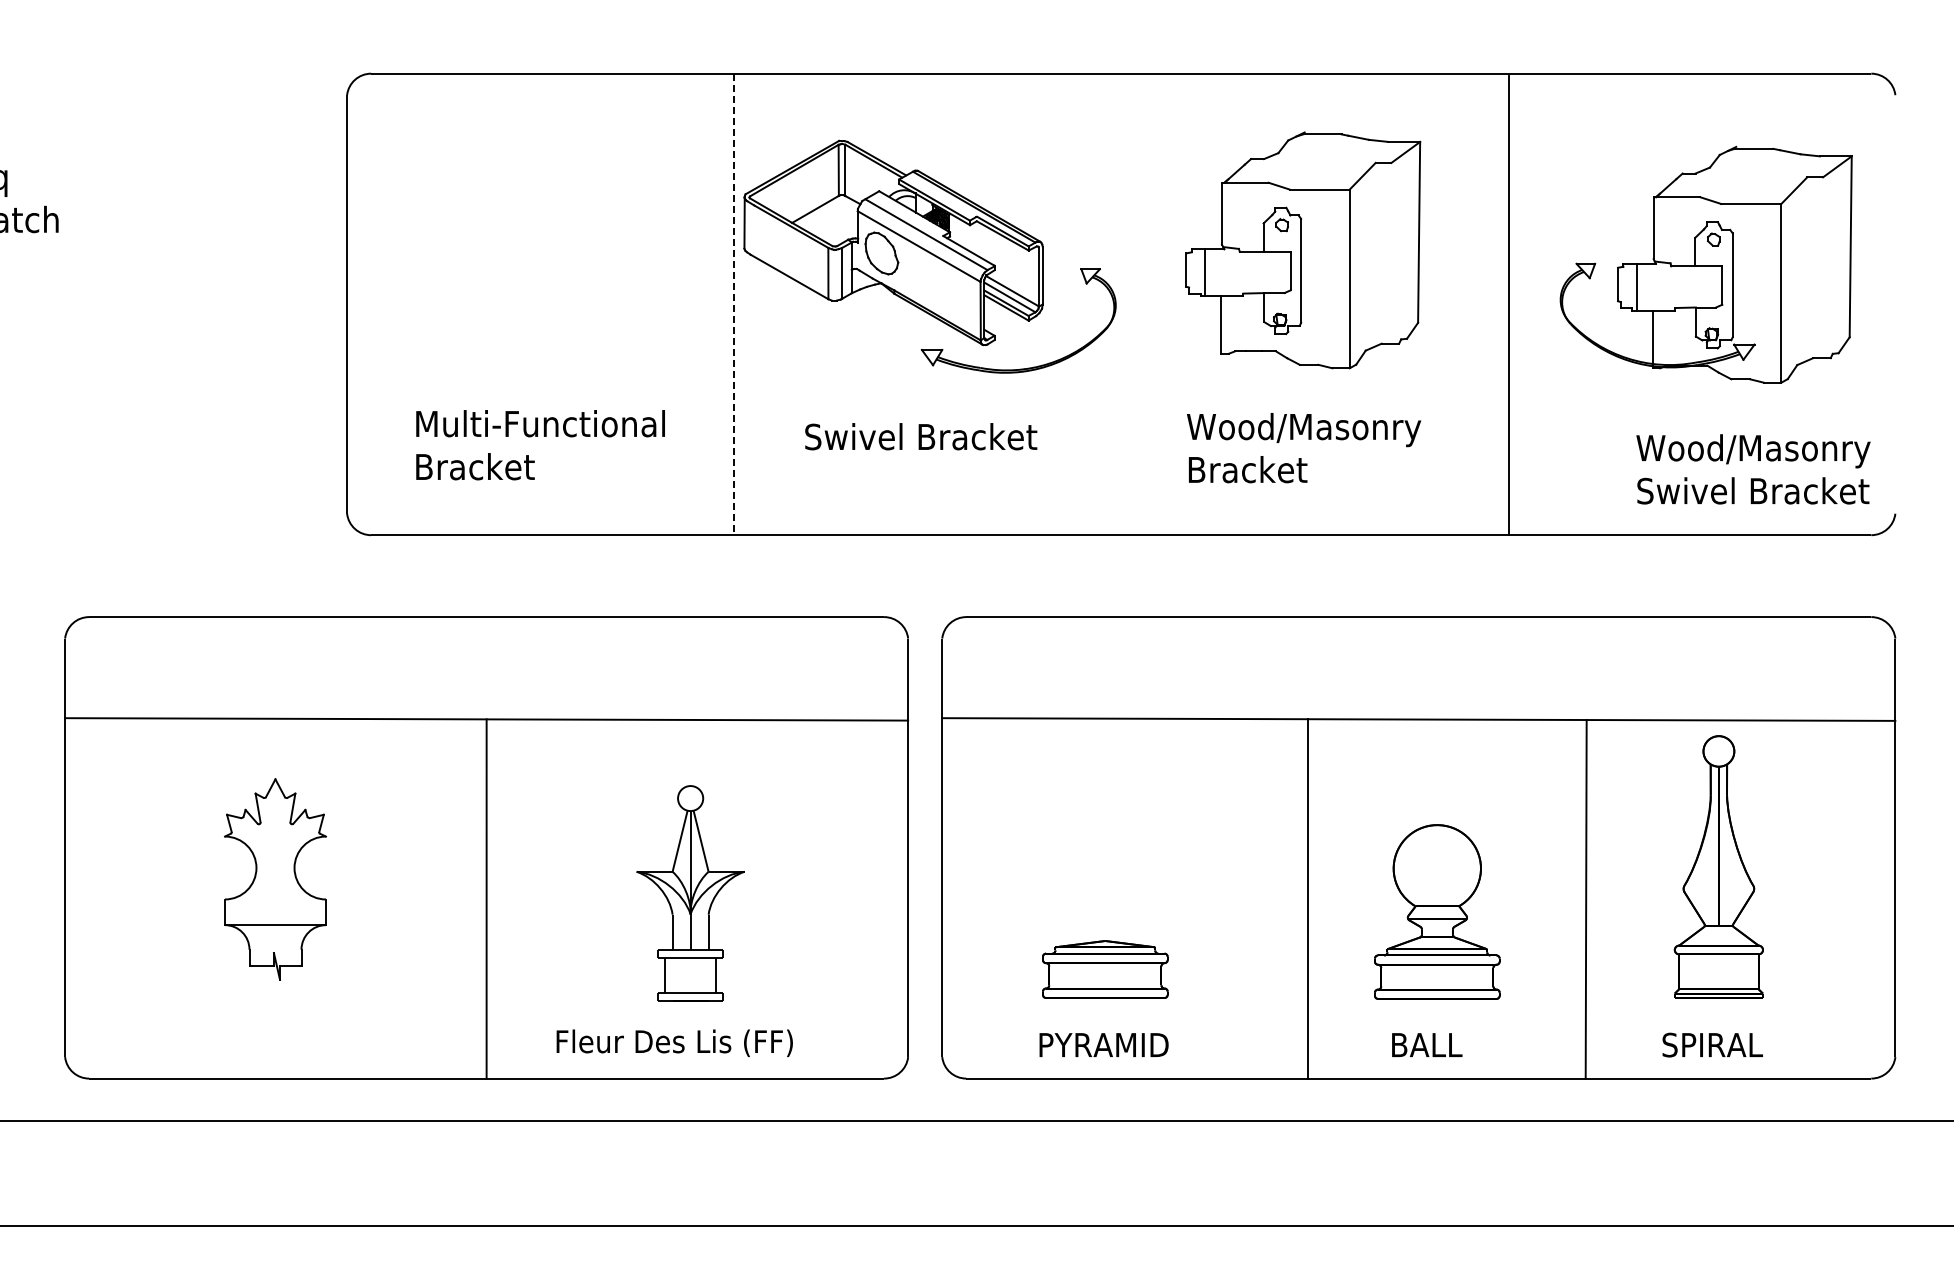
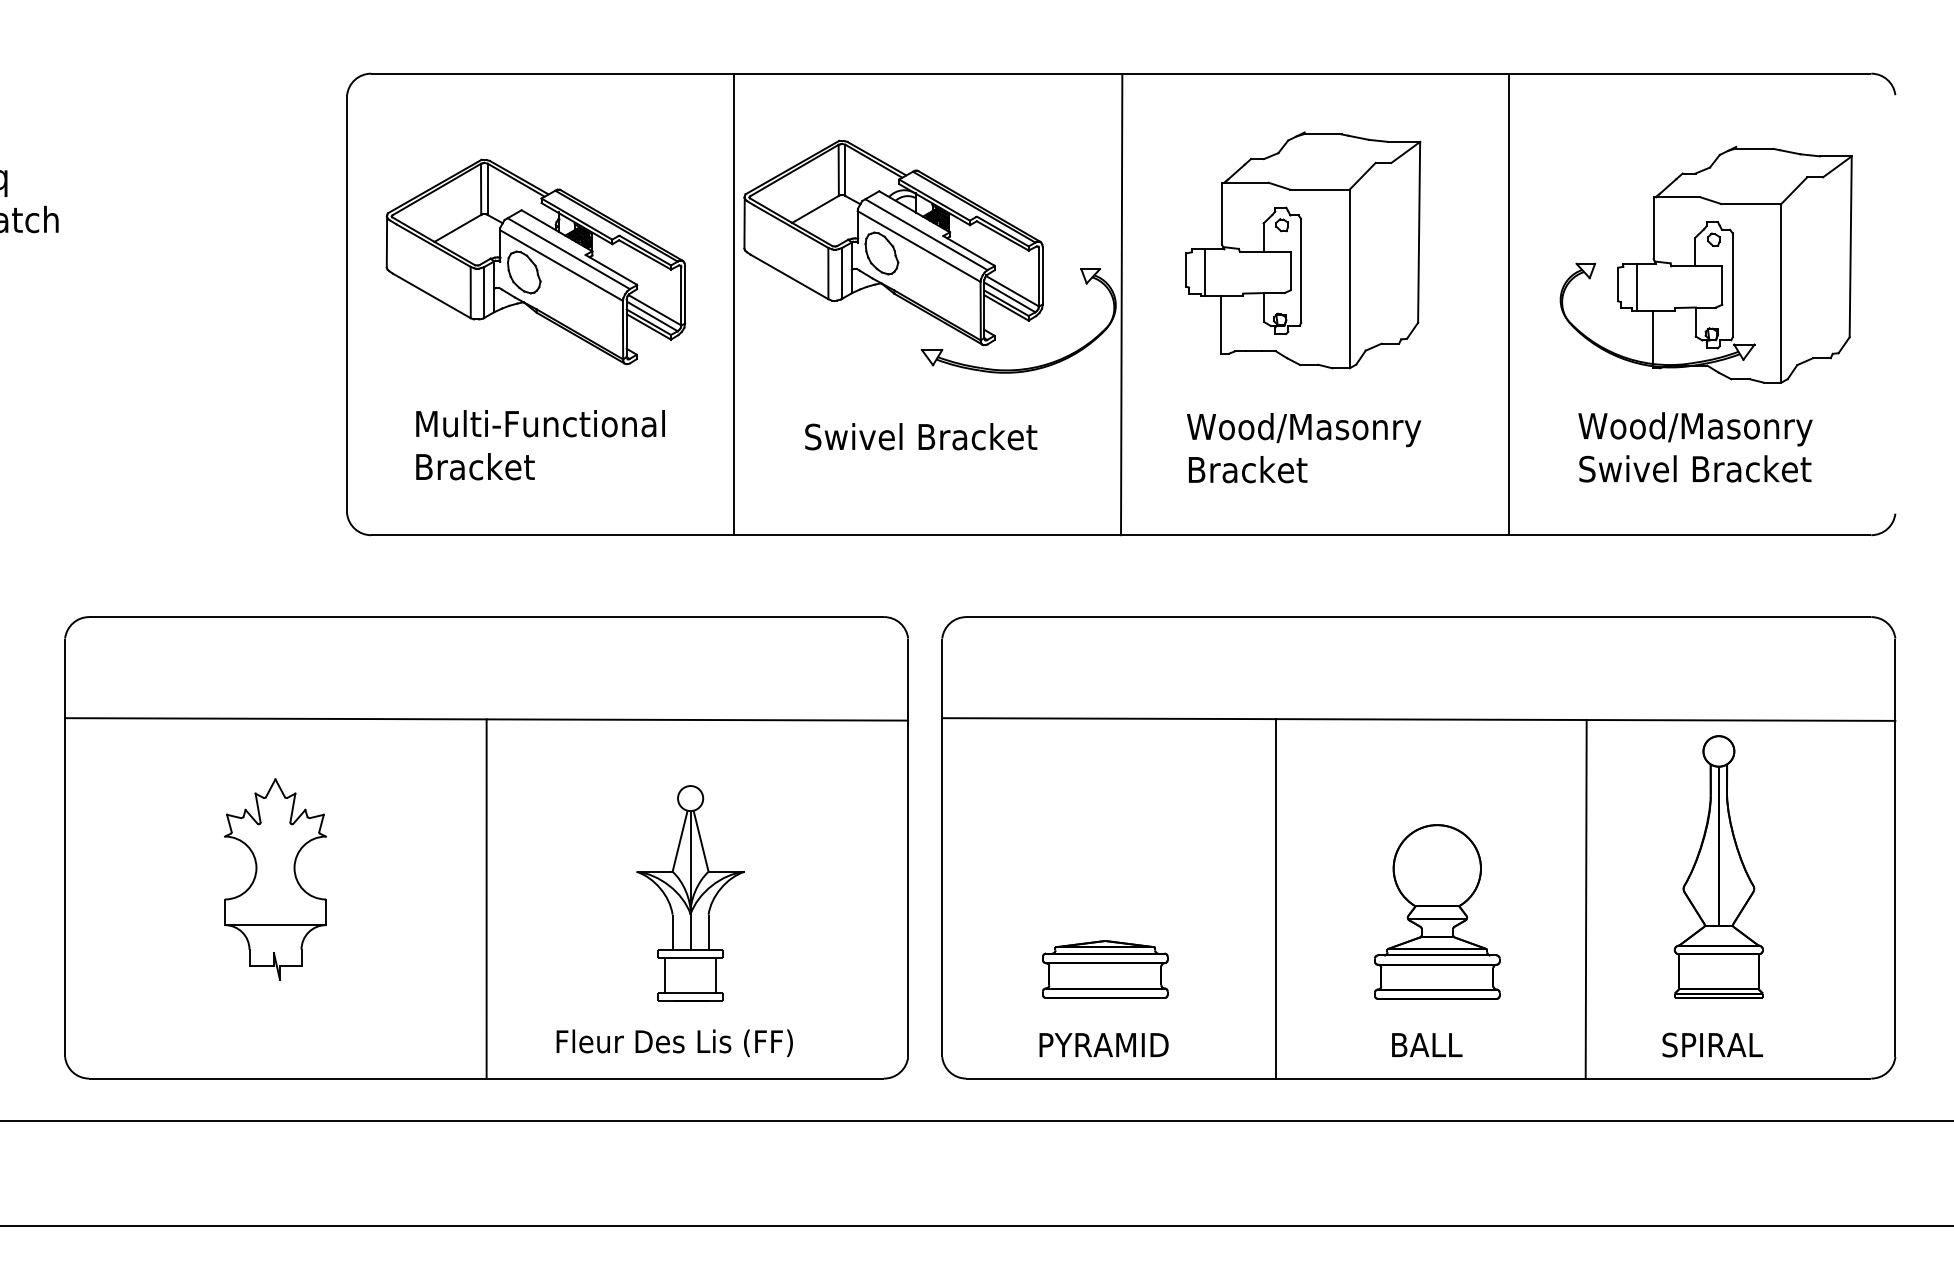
part at (535, 261): none -> present
line at (734, 304): dashed -> solid
line at (1121, 304): none -> present
text at (1753, 469) position: (1753, 469) -> (1695, 447)
line at (1308, 898) position: (1308, 898) -> (1276, 898)
